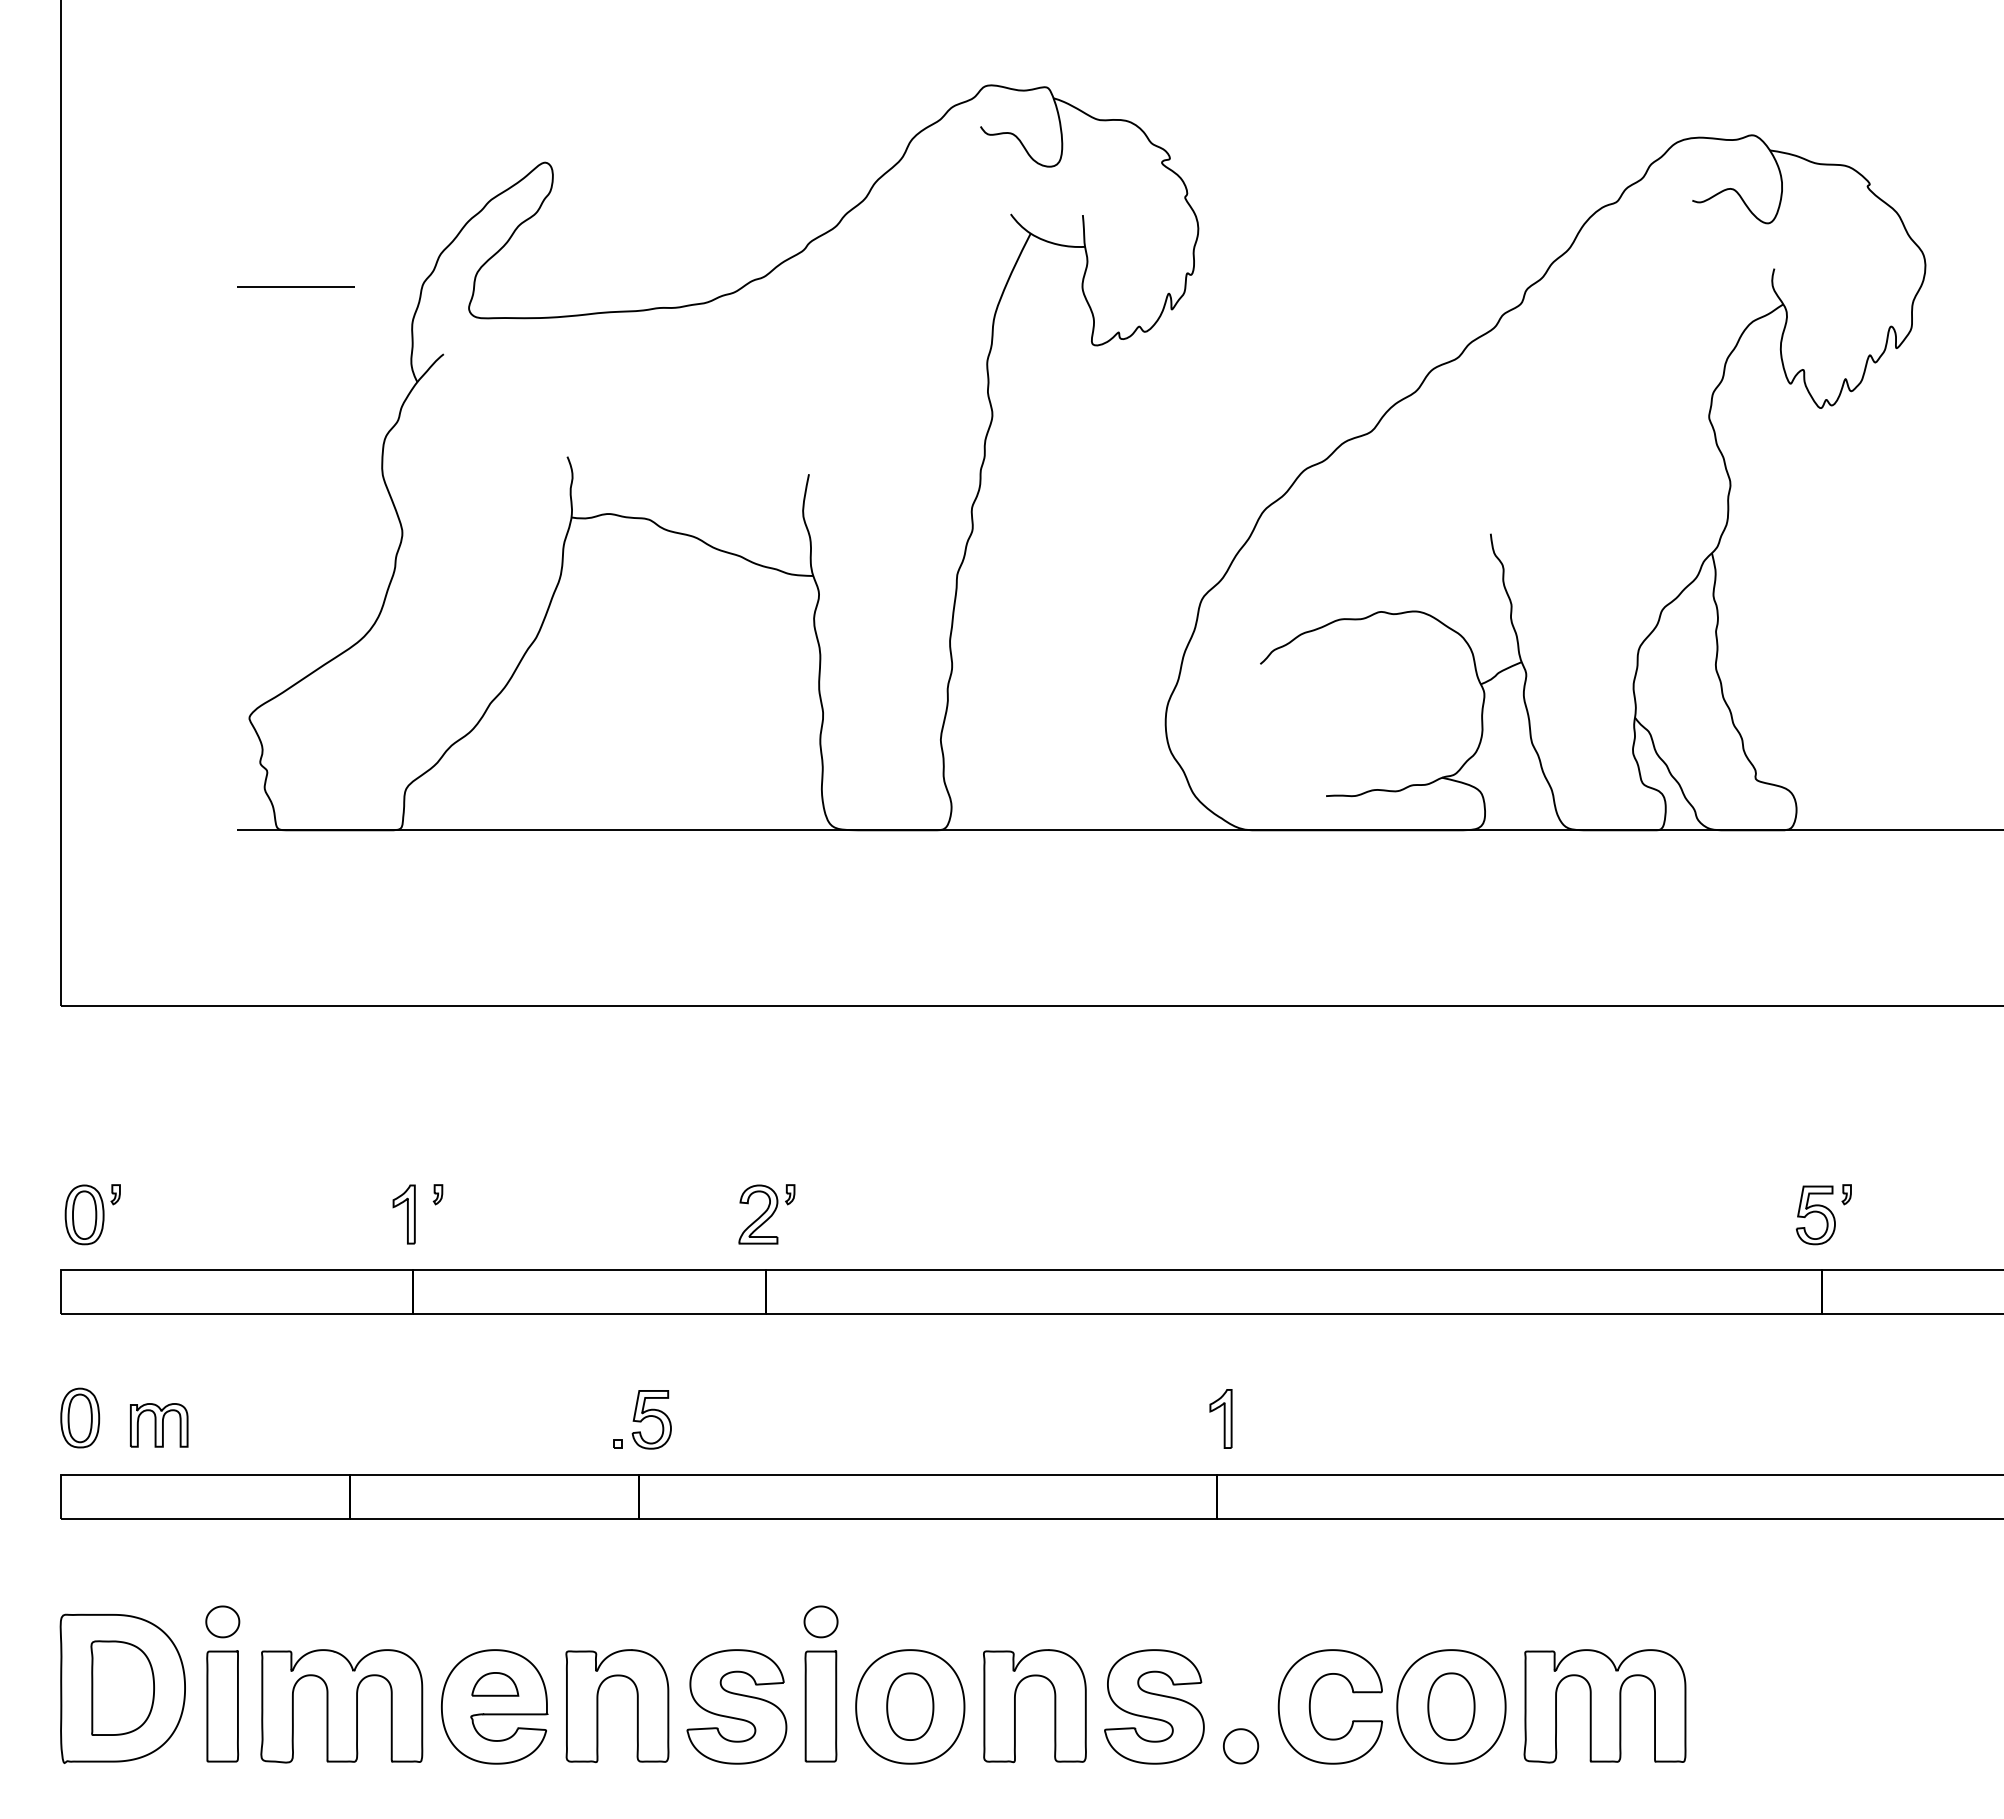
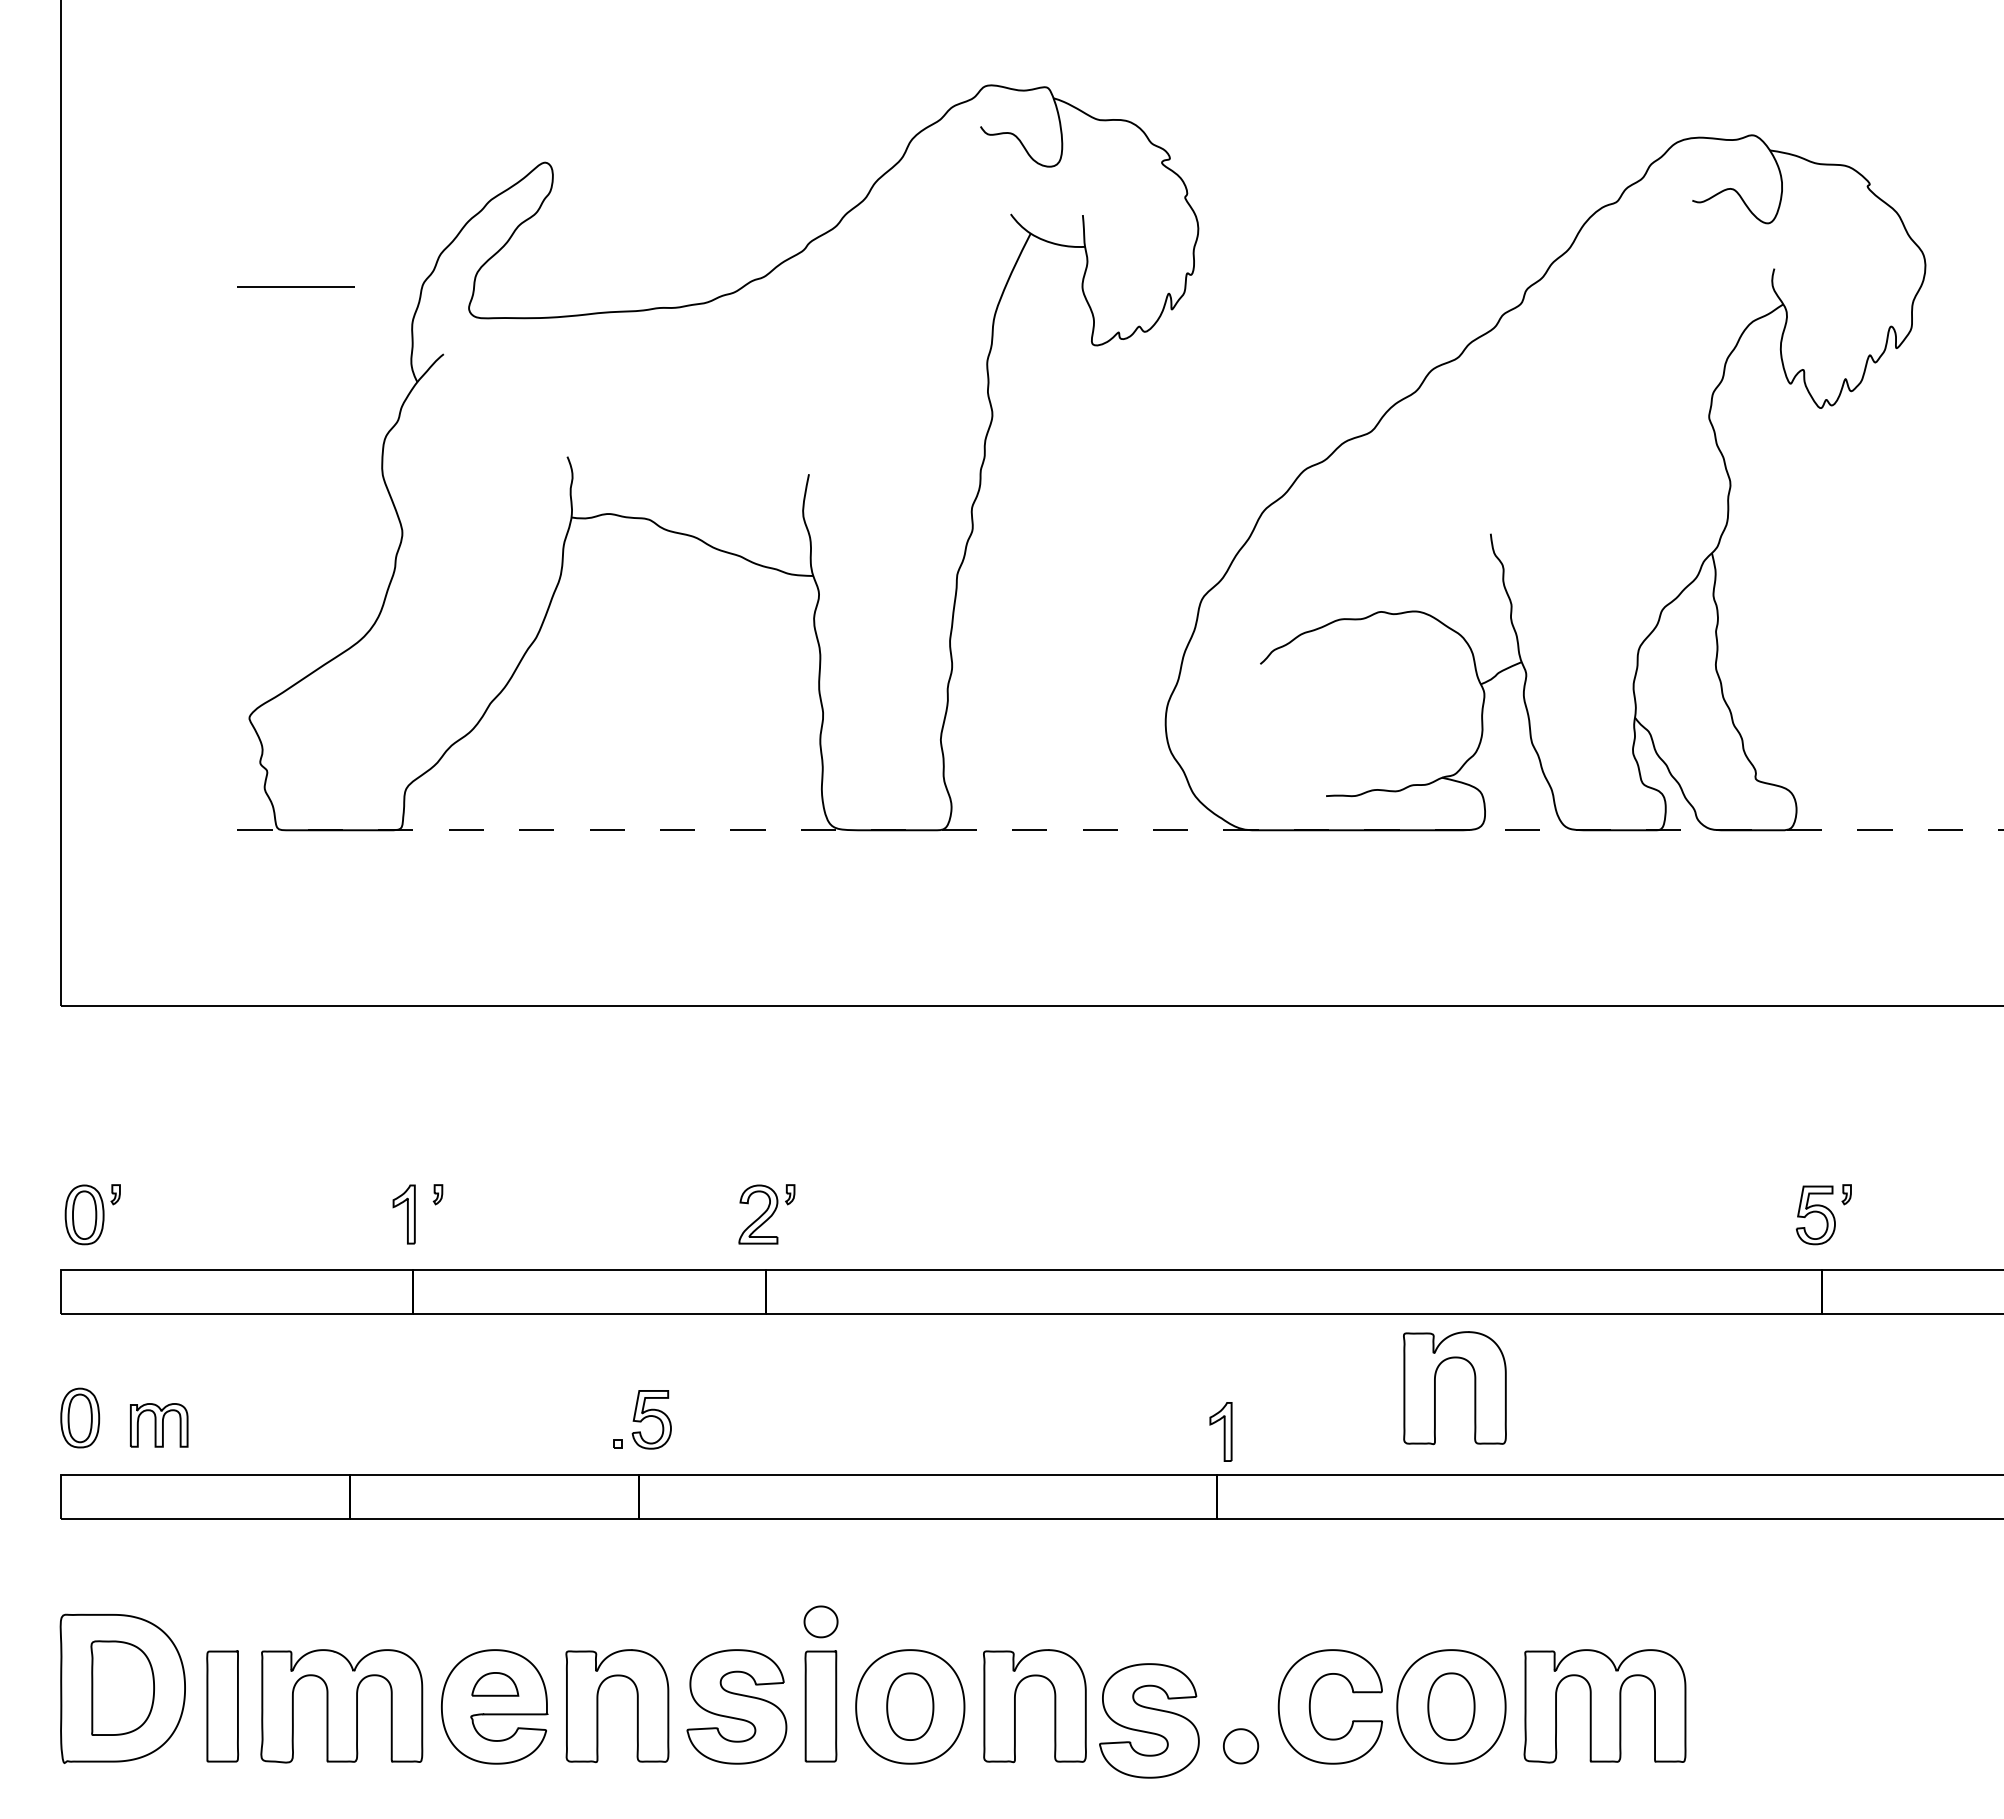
line at (1121, 830): solid -> dashed
part at (1435, 1388): none -> present
part at (1220, 1418) position: (1220, 1418) -> (1220, 1431)
part at (222, 1621): present -> none
part at (1154, 1706) position: (1154, 1706) -> (1149, 1720)
